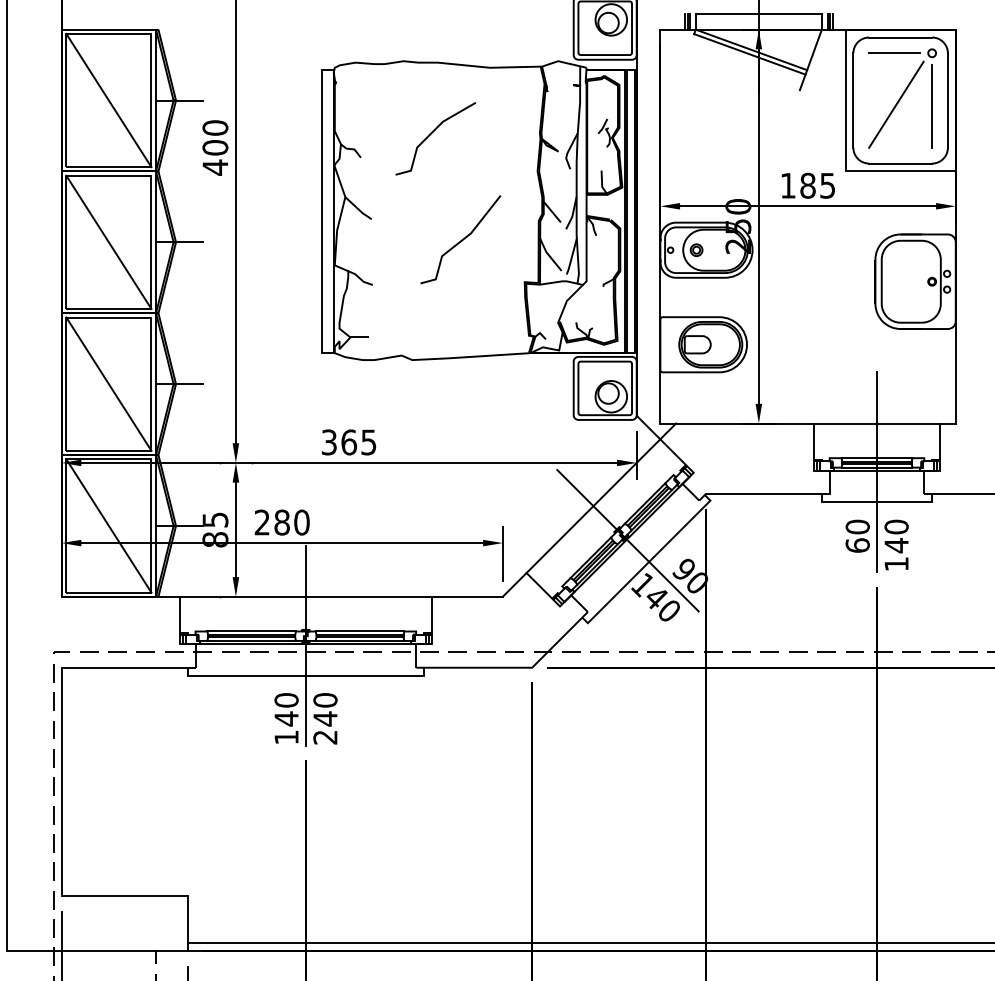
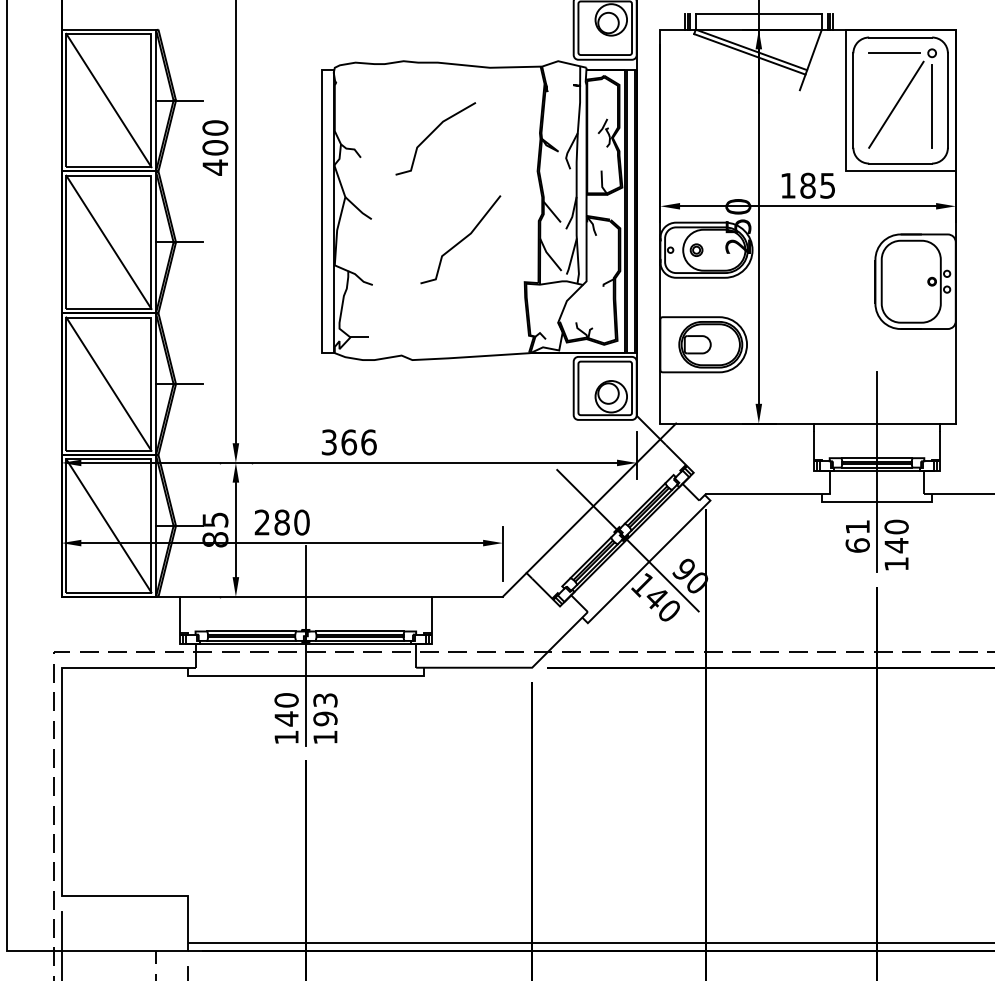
text at (368, 442): 365 -> 366
text at (857, 526): 60 -> 61
text at (325, 718): 240 -> 193
